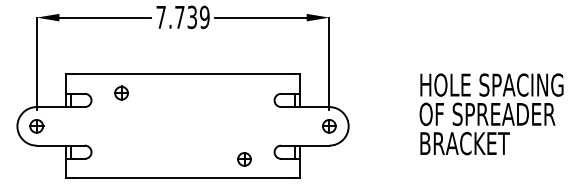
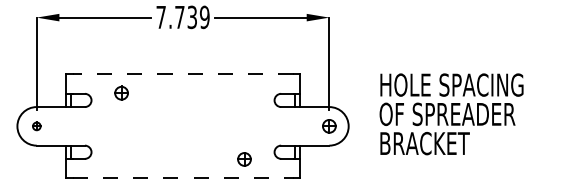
line at (183, 74): solid -> dashed
text at (491, 114) position: (491, 114) -> (451, 114)
part at (36, 126) size: 16x15 px -> 10x11 px
line at (183, 178): solid -> dashed
